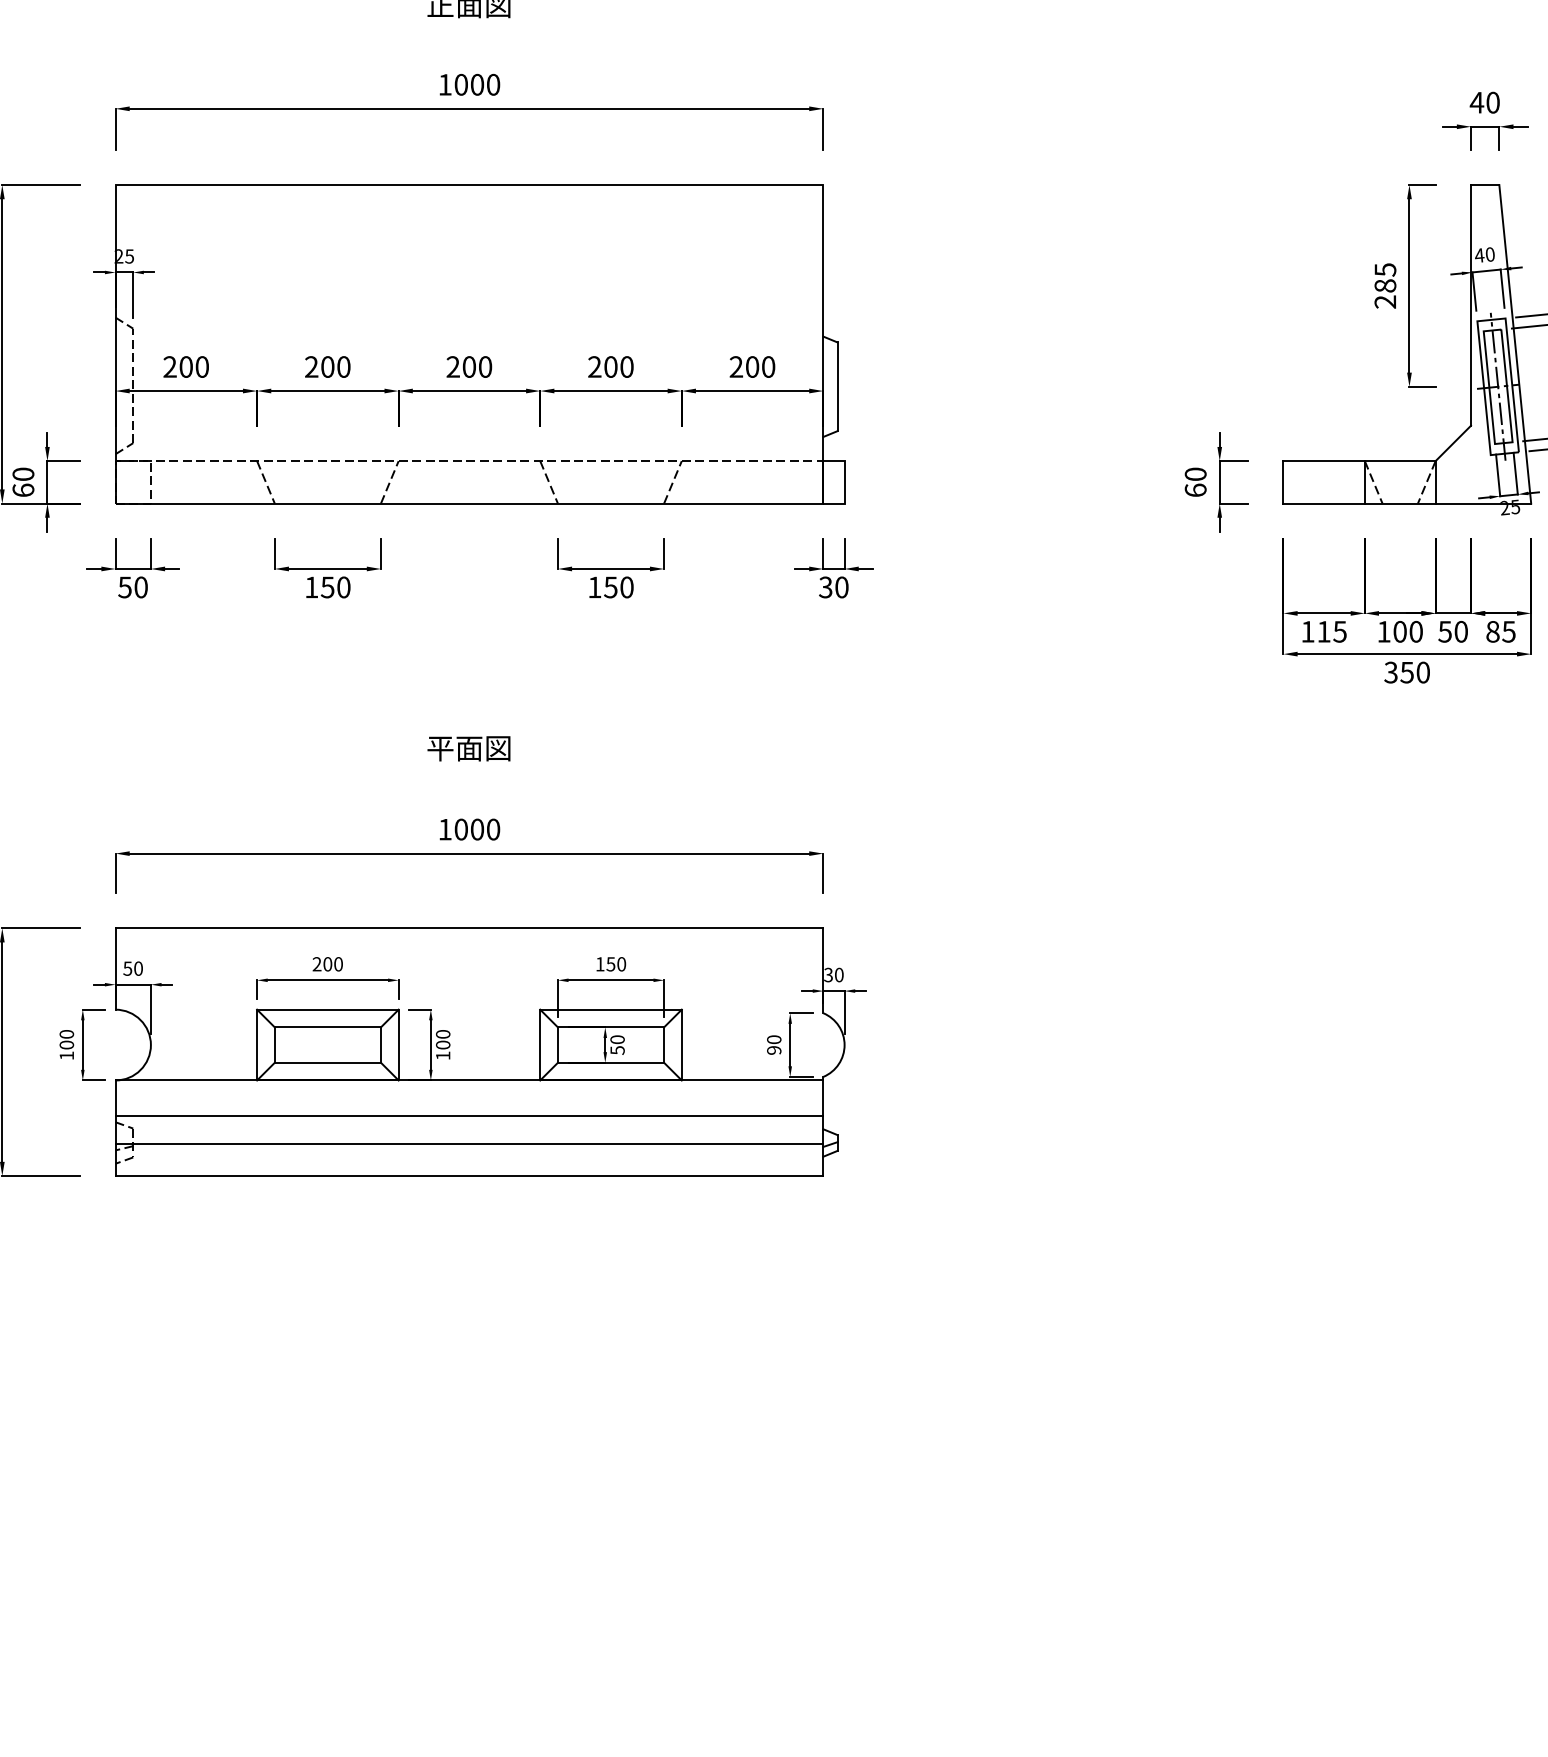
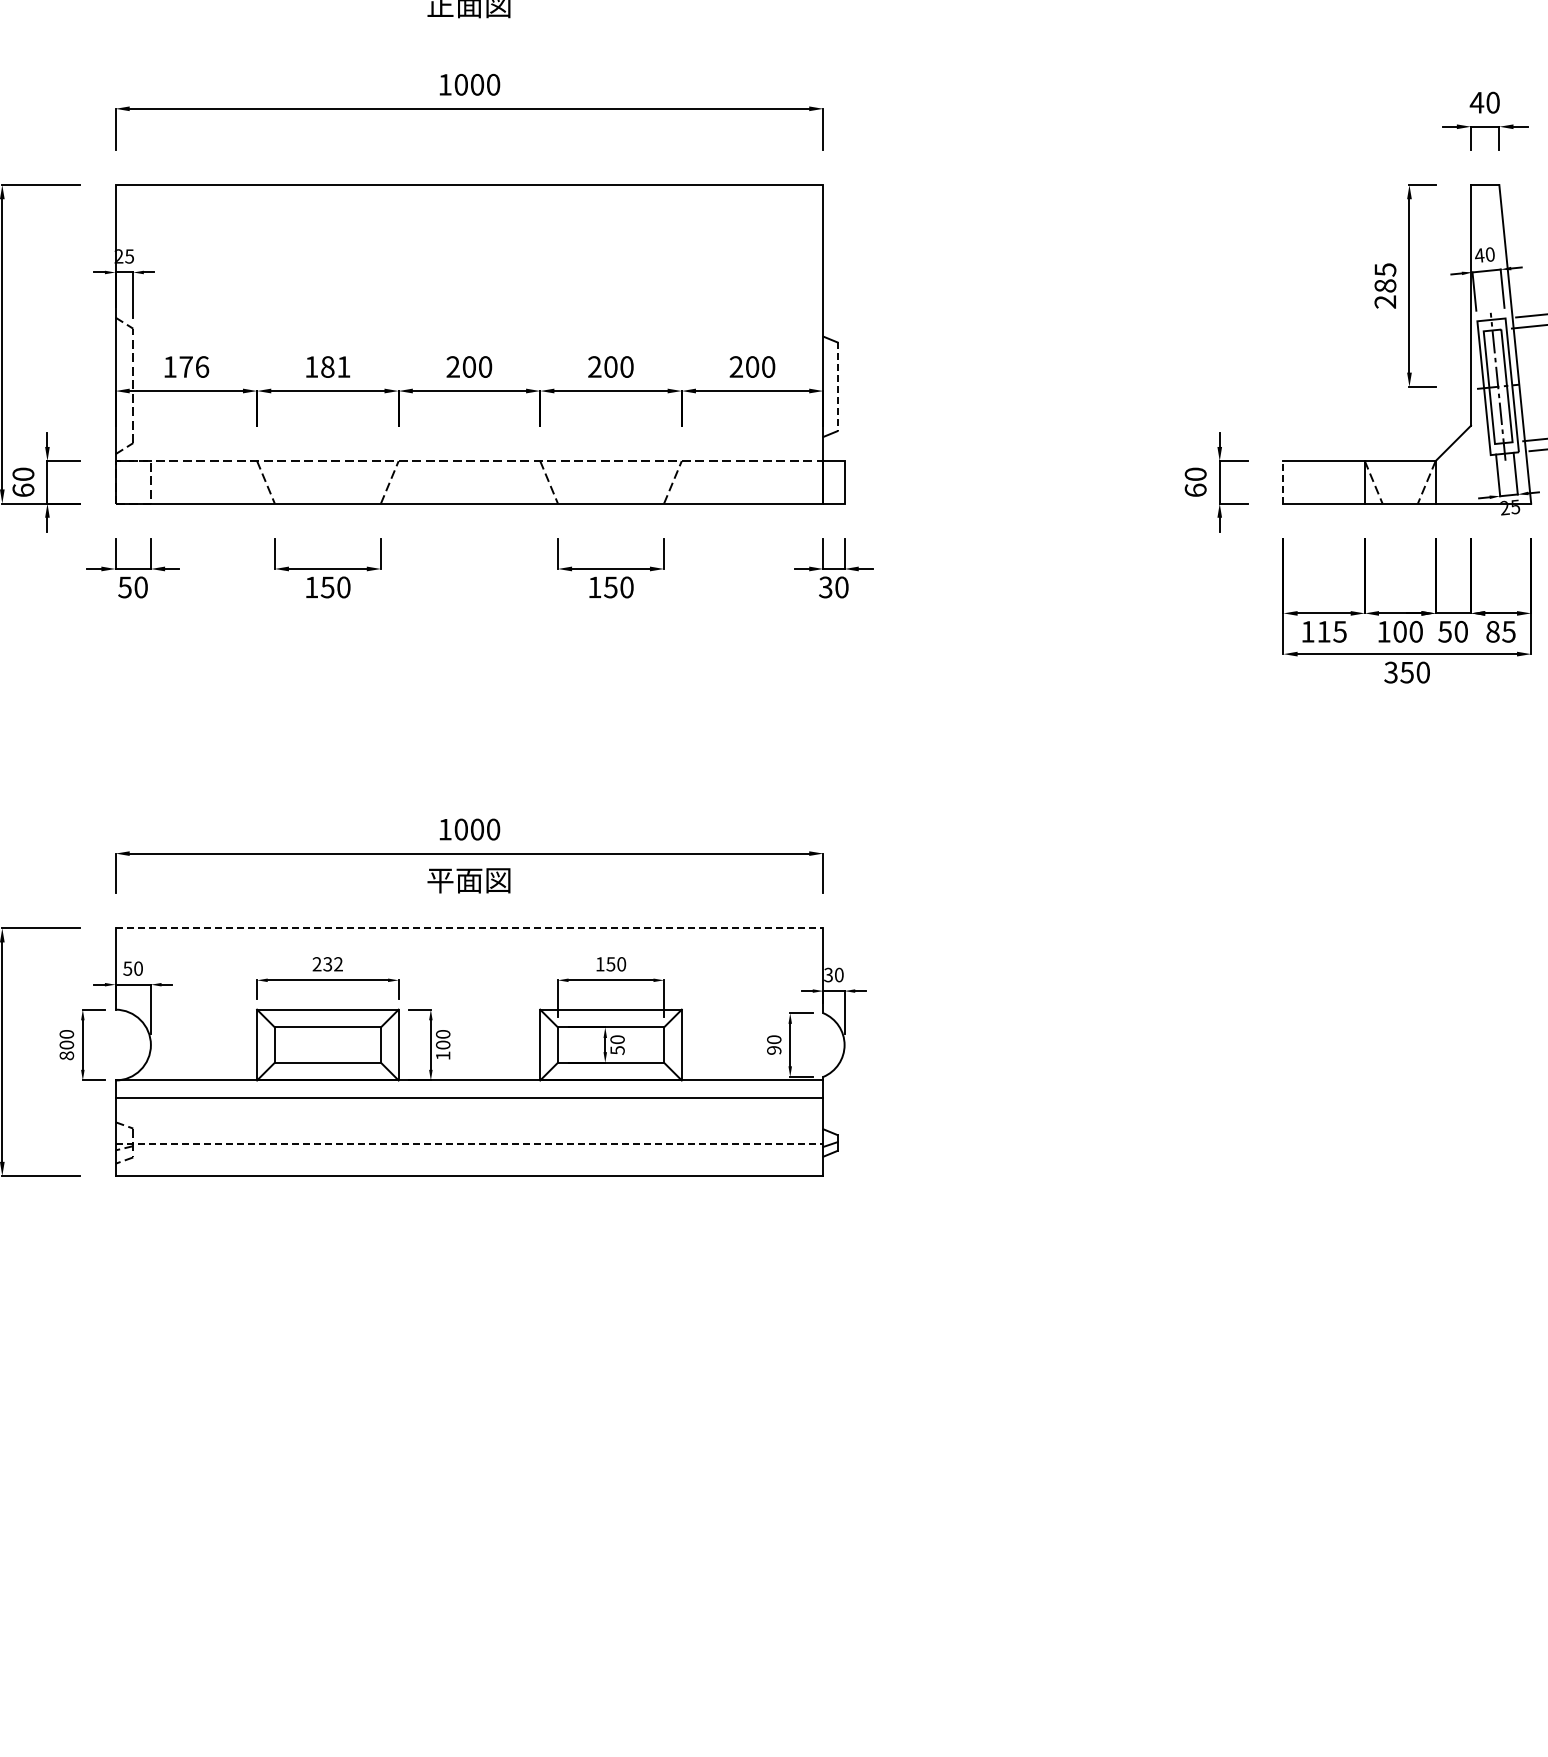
text at (186, 366): 200 -> 176
text at (327, 366): 200 -> 181
line at (837, 387): solid -> dashed
line at (1283, 481): solid -> dashed
text at (468, 748) position: (468, 748) -> (468, 880)
line at (469, 928): solid -> dashed
text at (332, 964): 200 -> 232
text at (66, 1055): 100 -> 800
line at (469, 1115) position: (469, 1115) -> (469, 1097)
line at (469, 1144): solid -> dashed
